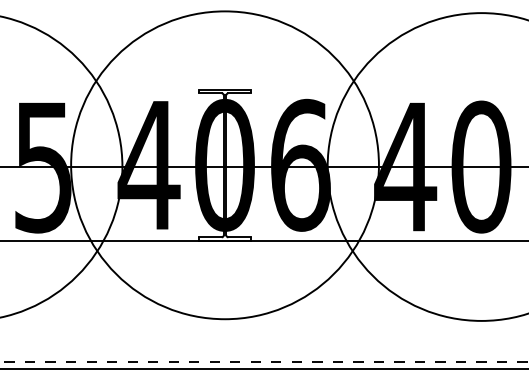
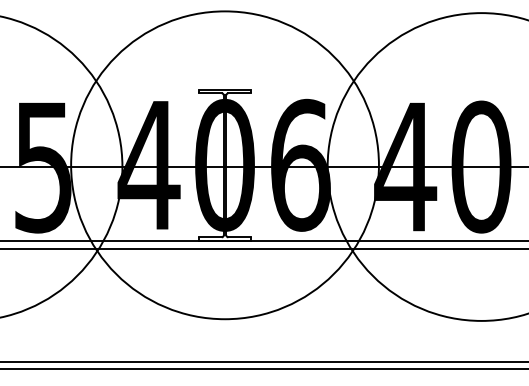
line at (263, 248): none -> present
line at (265, 361): dashed -> solid
